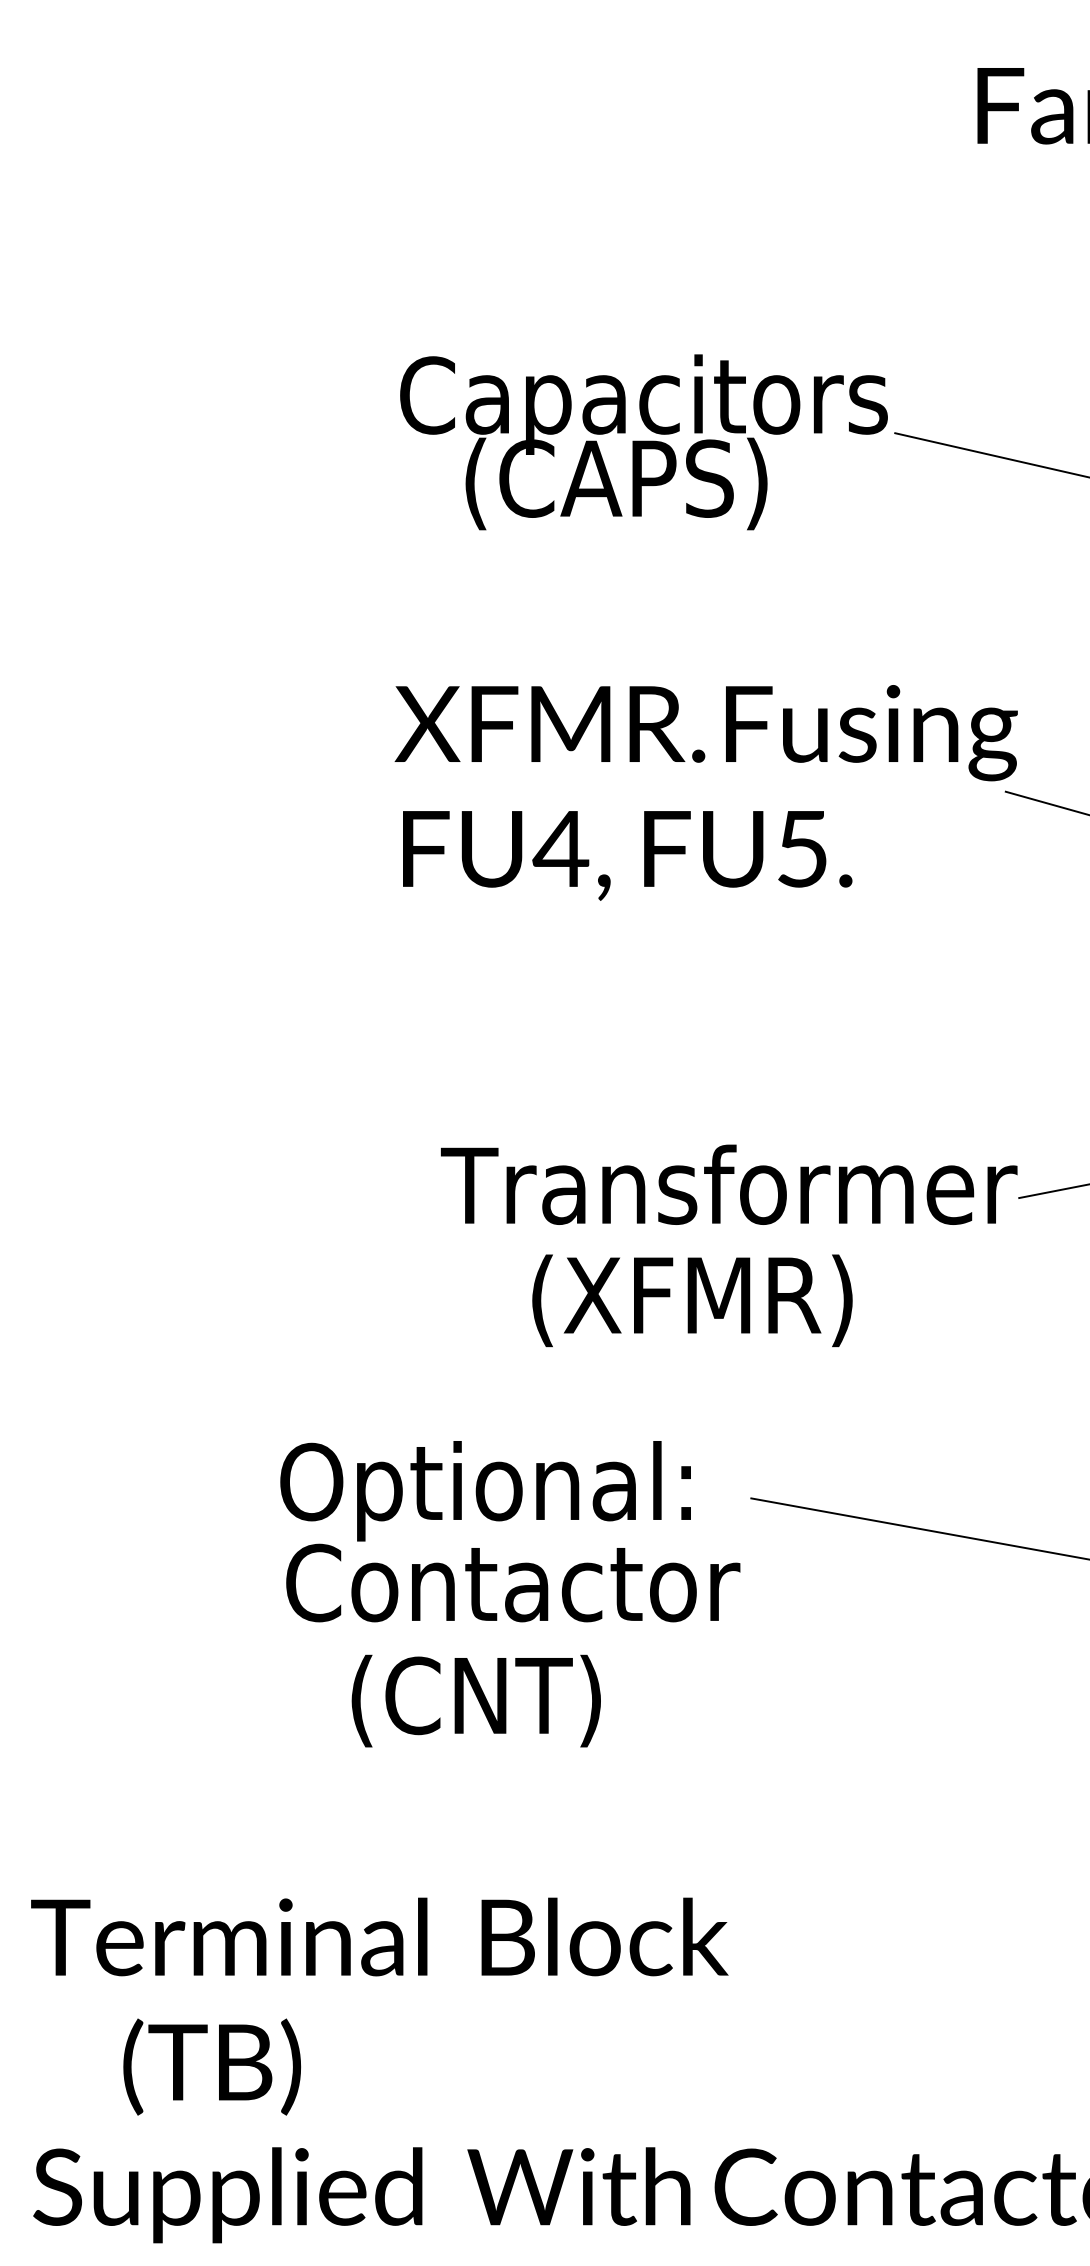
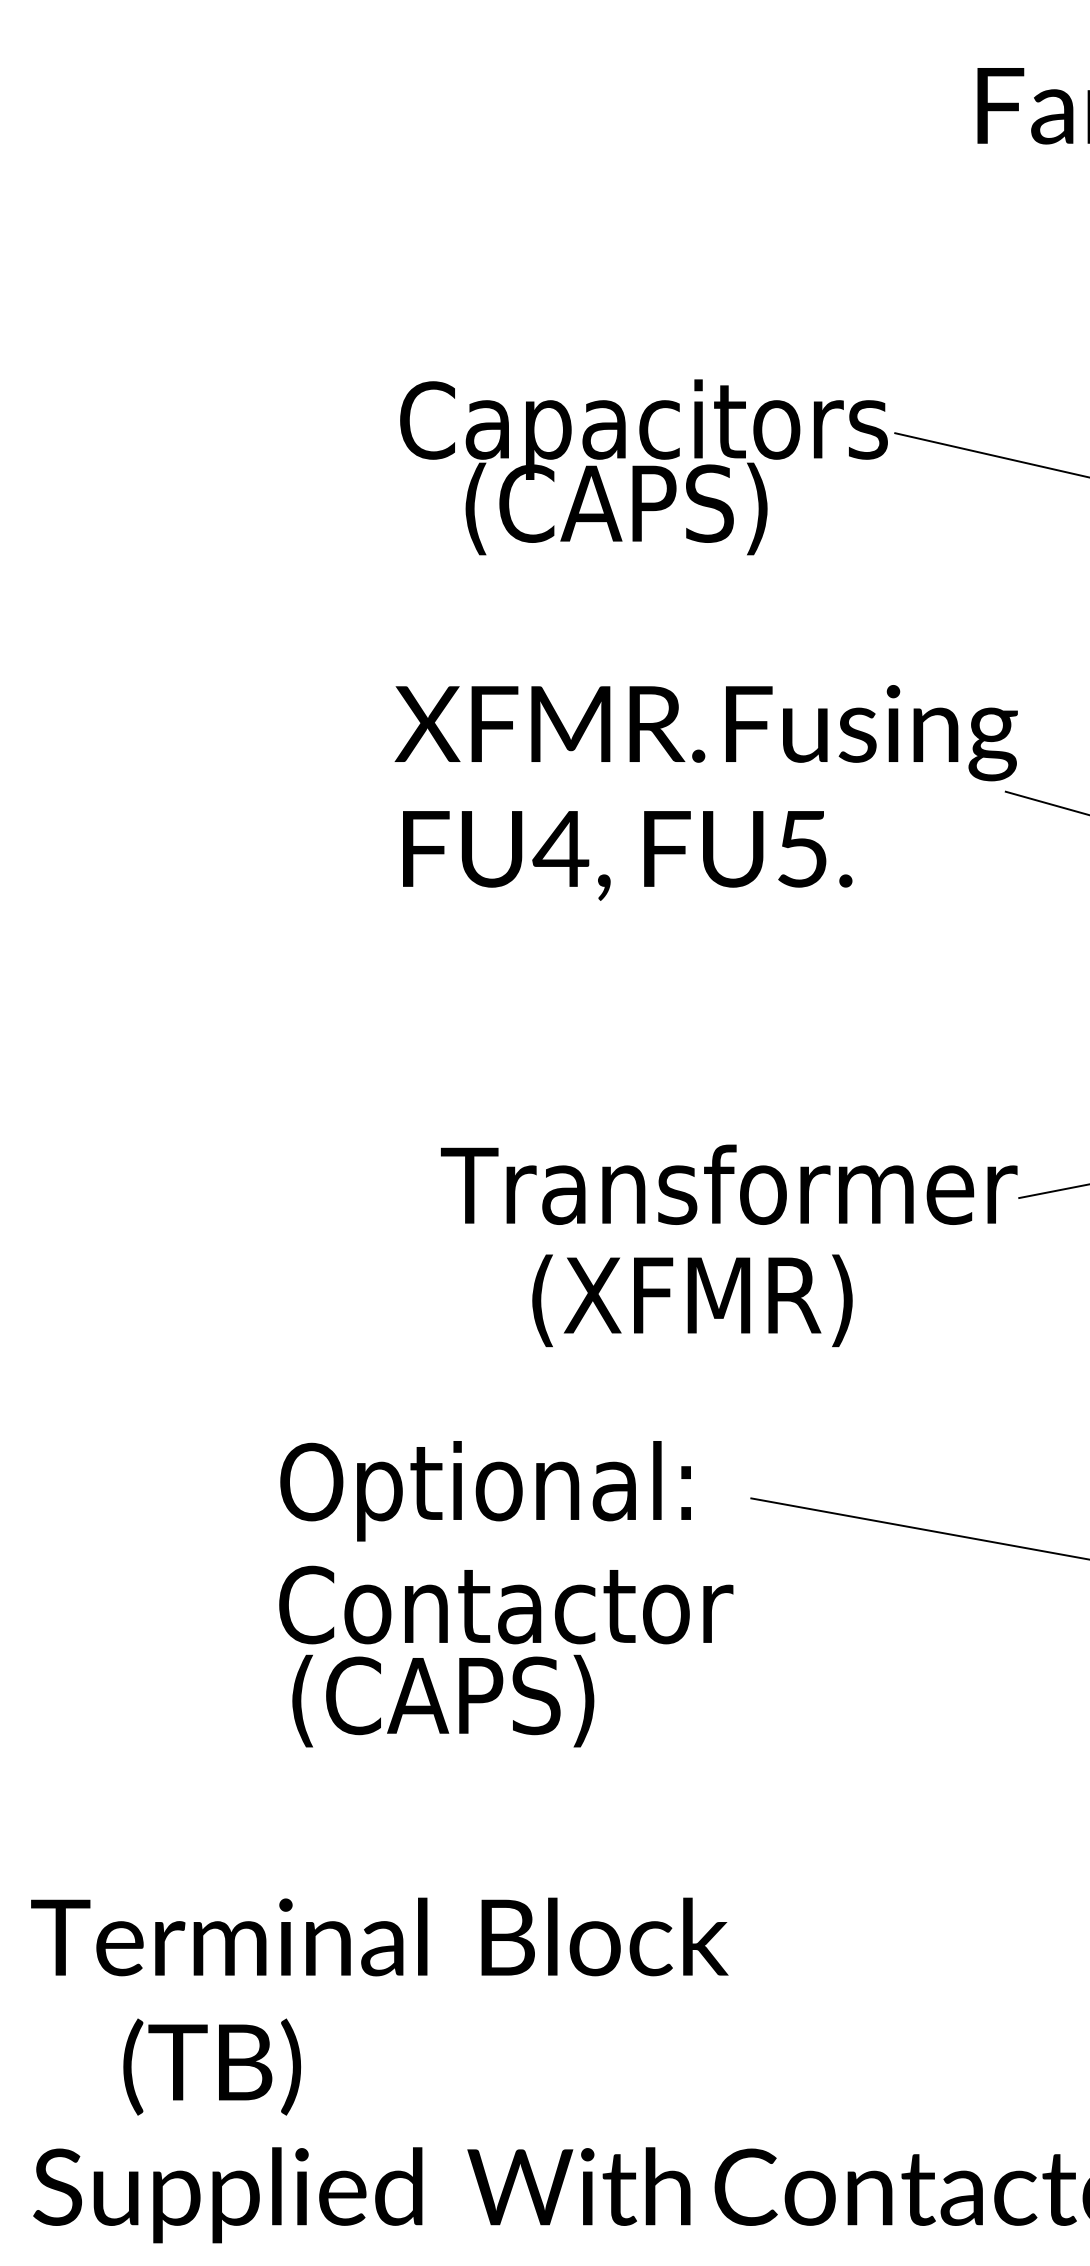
text at (643, 442) position: (643, 442) -> (643, 467)
text at (513, 1582) position: (513, 1582) -> (506, 1604)
text at (446, 1700): (CNT) -> (CAPS)
